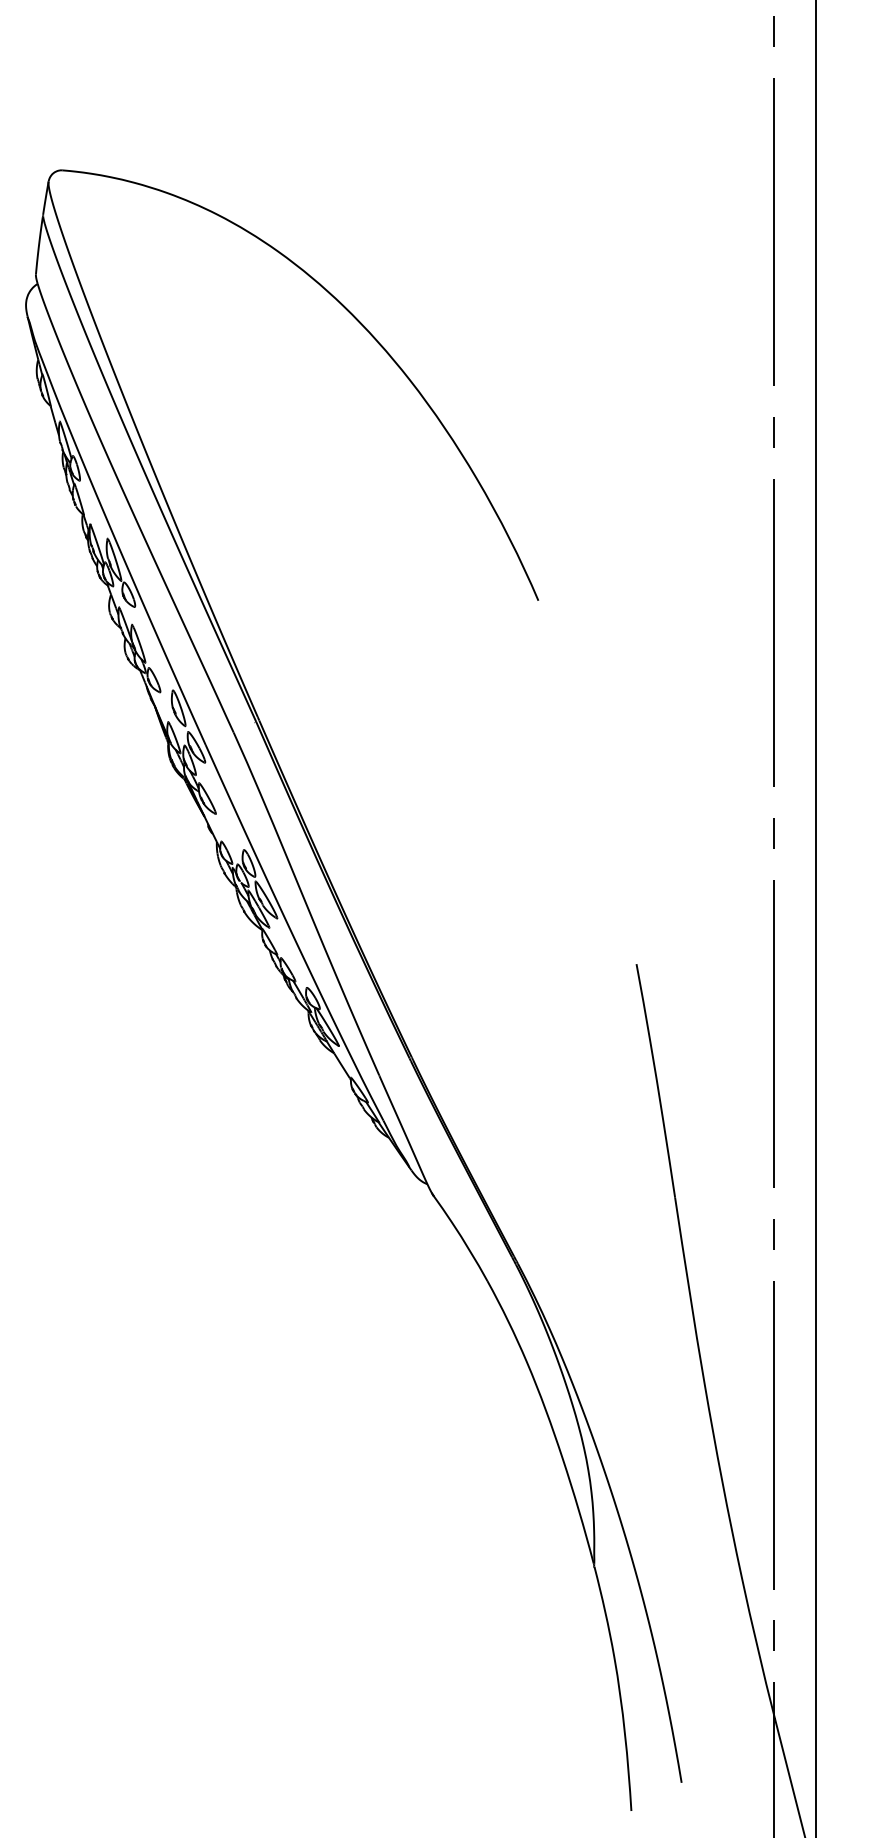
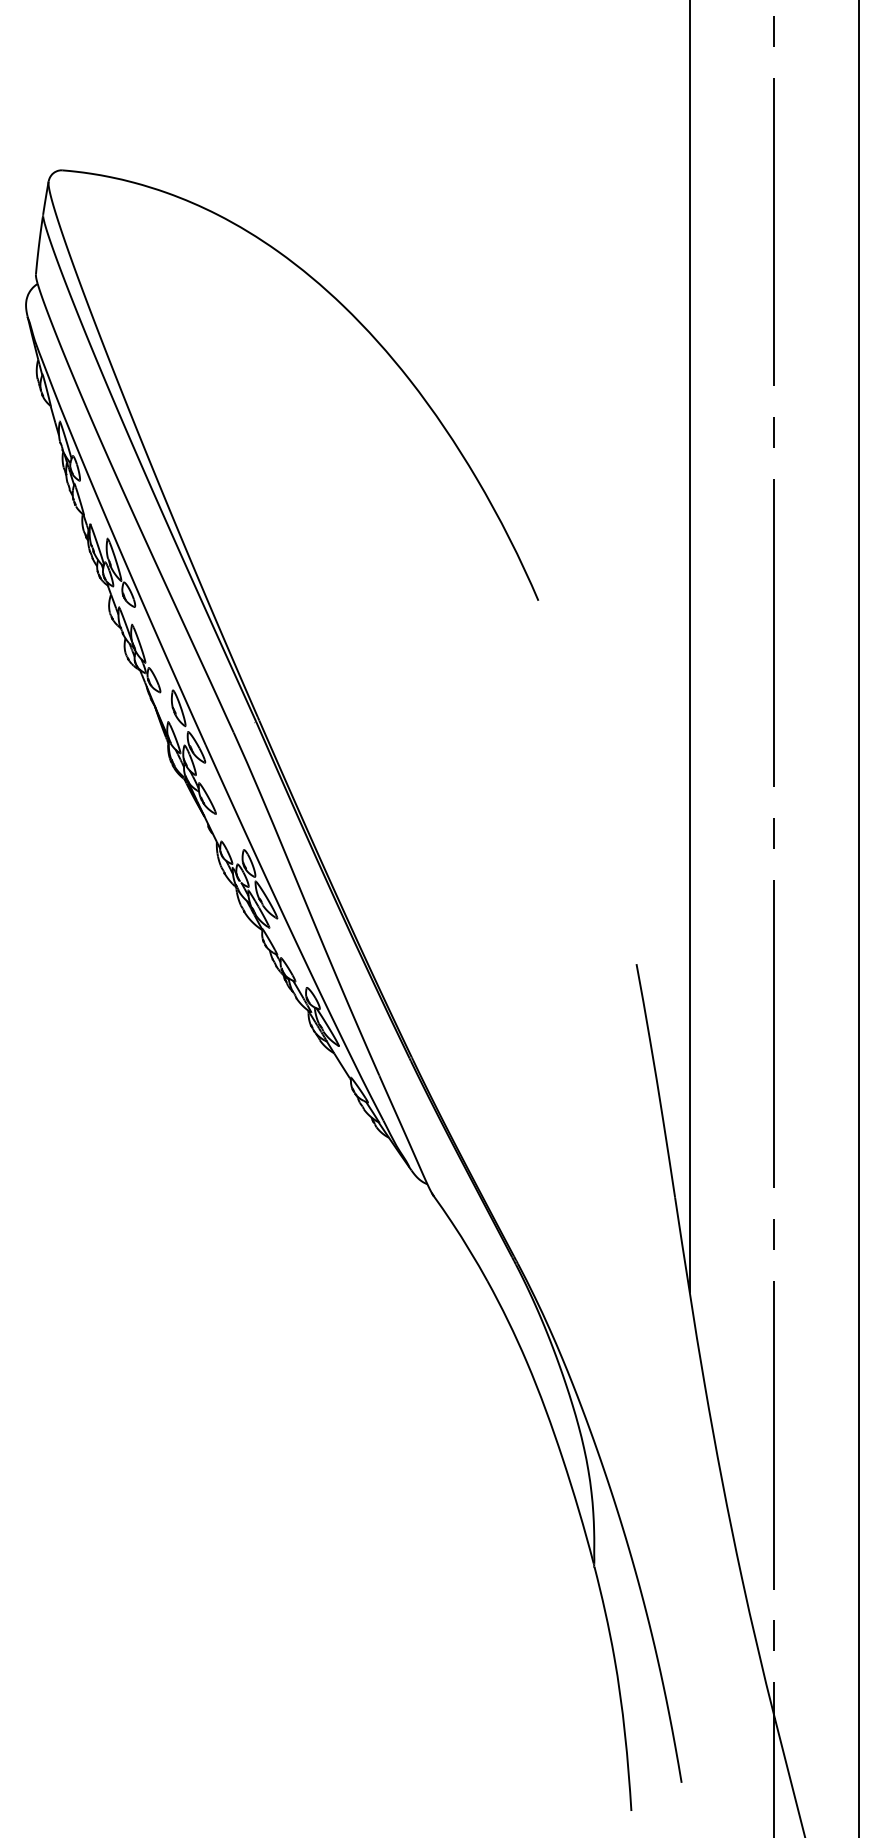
line at (689, 647): none -> present
line at (816, 918) position: (816, 918) -> (859, 918)
